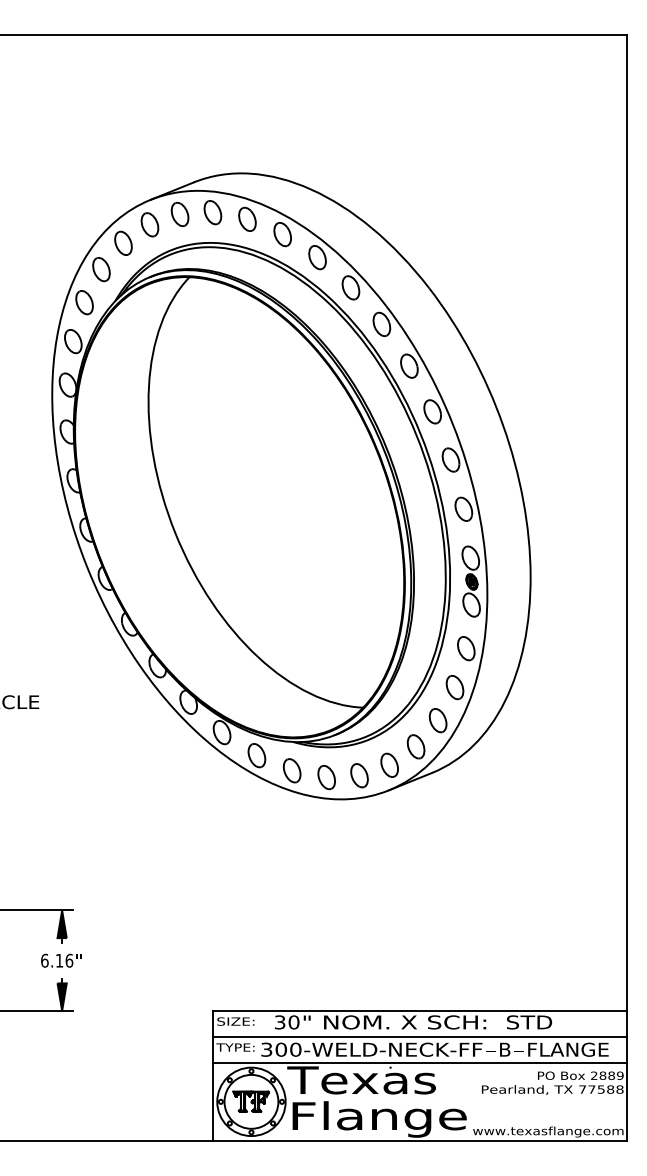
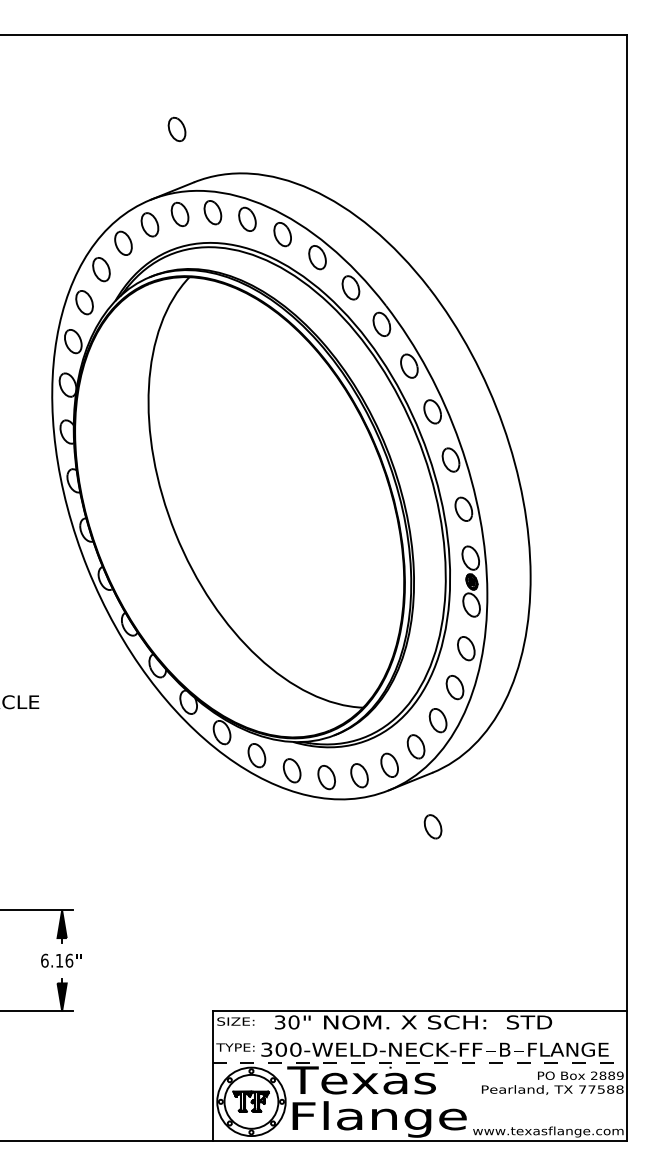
part at (176, 129): none -> present
part at (432, 826): none -> present
line at (419, 1037): present -> none
line at (420, 1062): solid -> dashed
